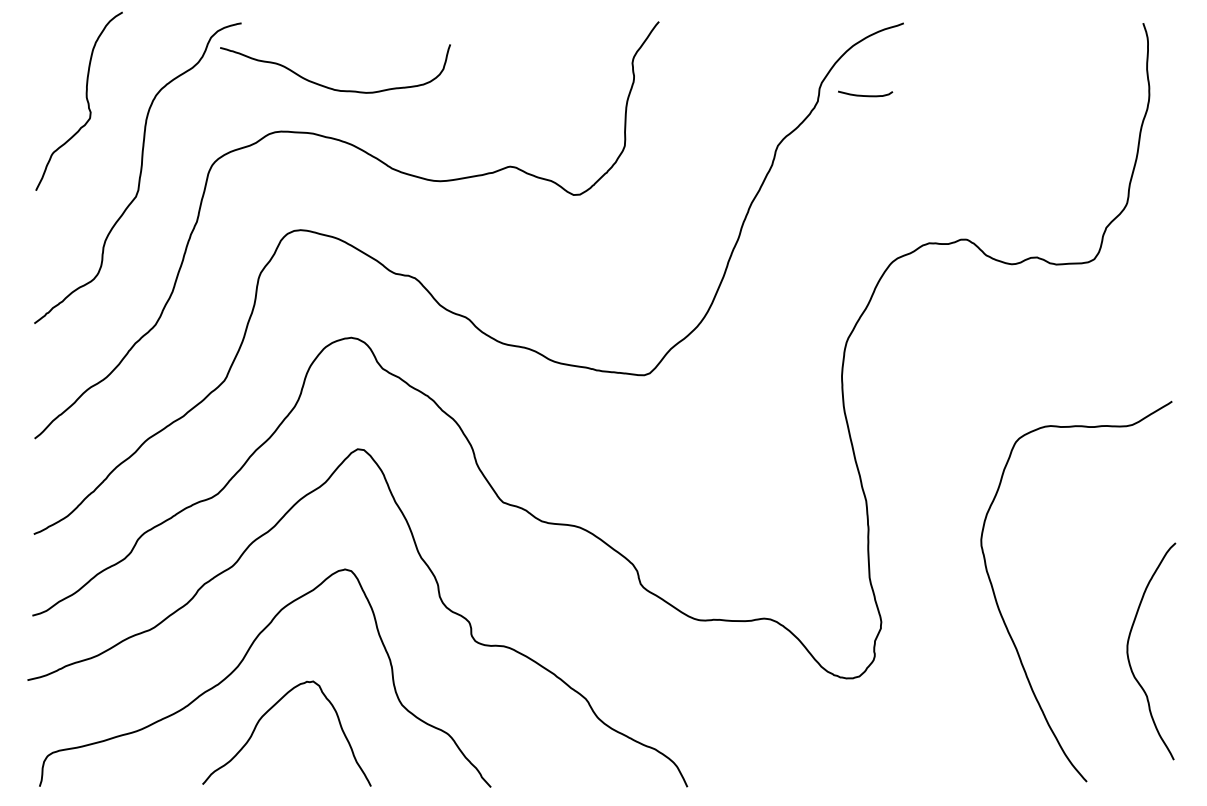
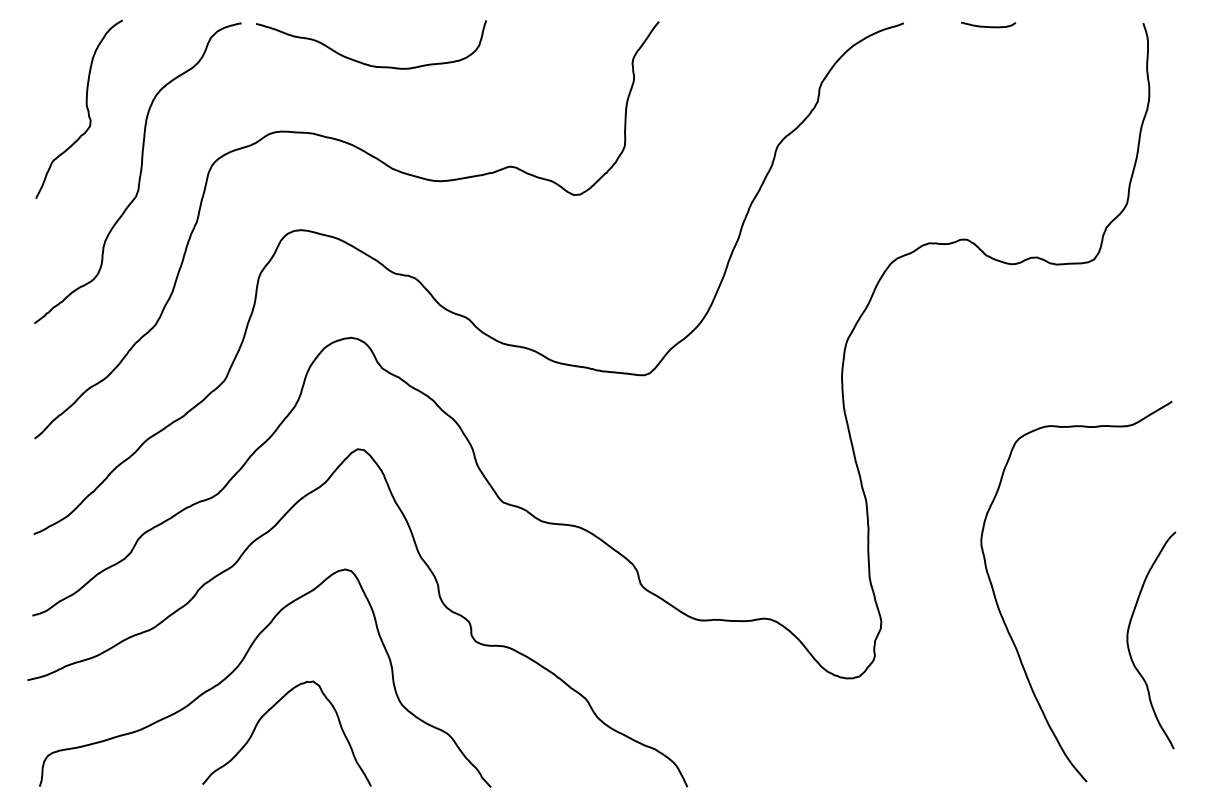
curve at (331, 87) position: (331, 87) -> (367, 63)
curve at (865, 95) position: (865, 95) -> (988, 26)
curve at (85, 97) position: (85, 97) -> (85, 105)
curve at (1128, 651) position: (1128, 651) -> (1128, 640)
